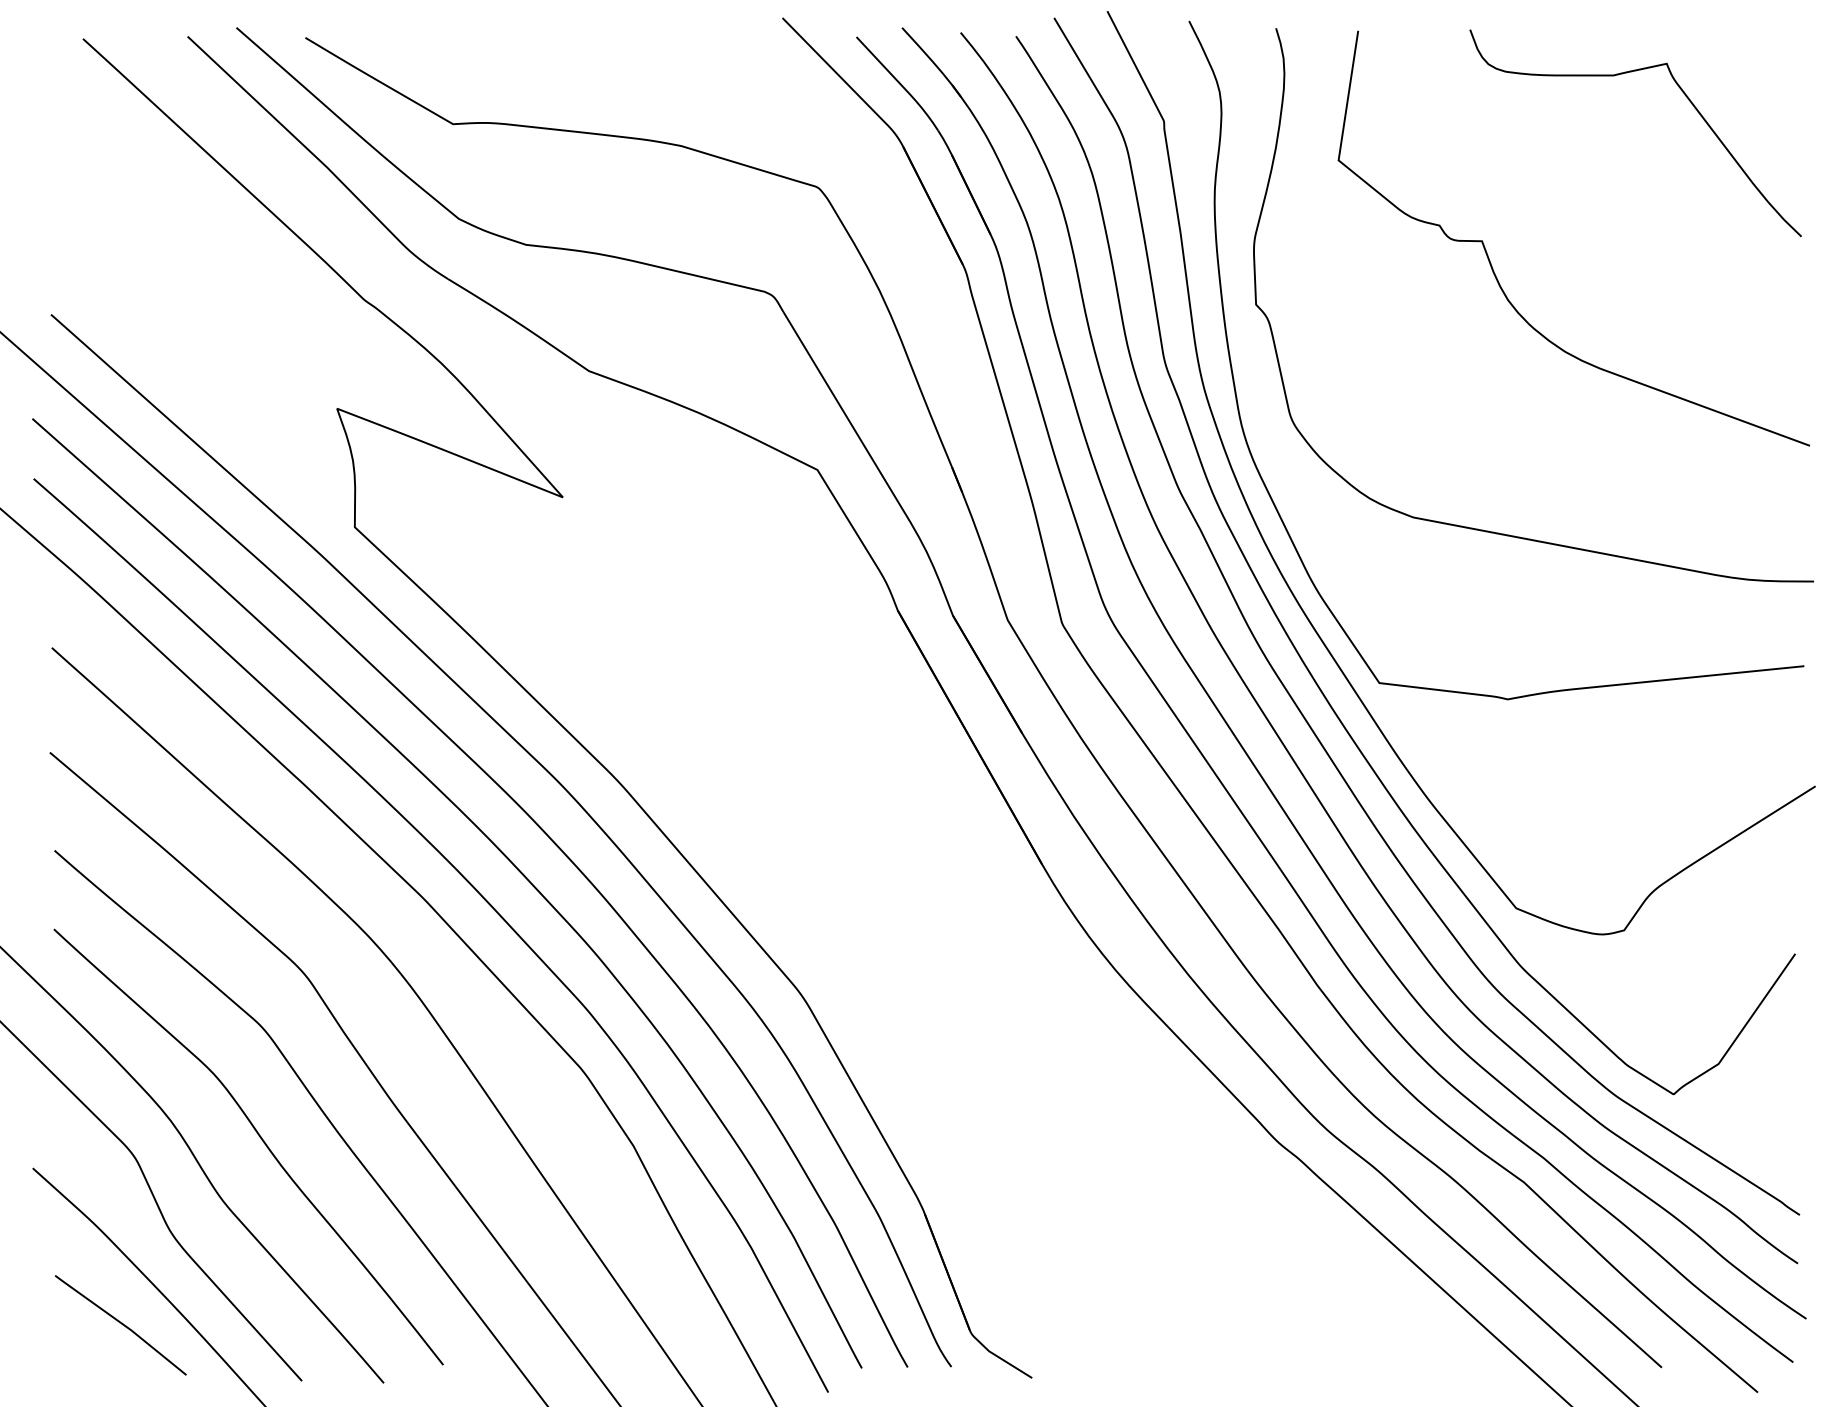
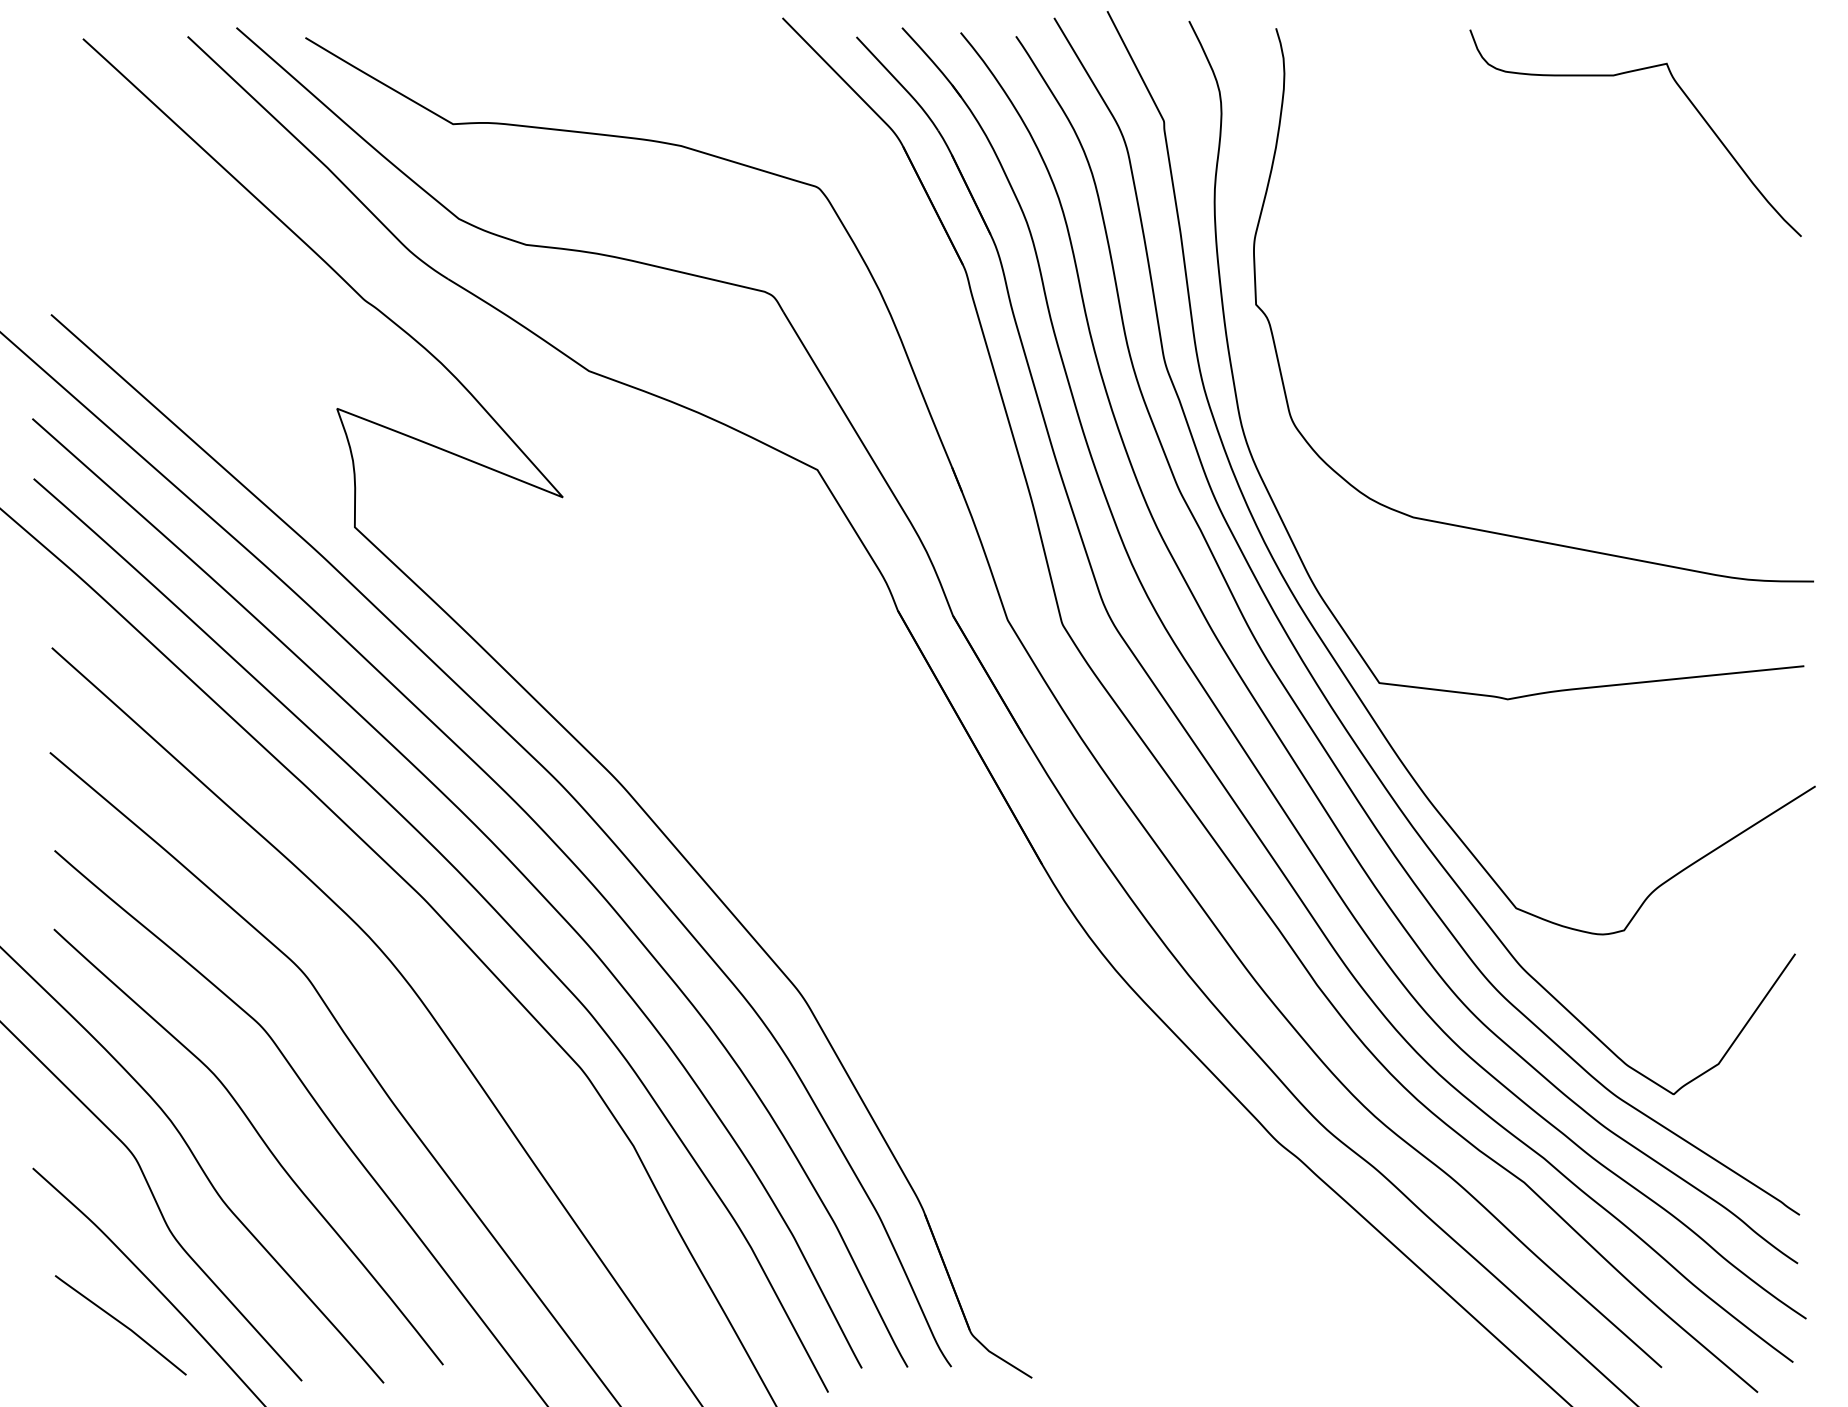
curve at (1492, 265): present -> none
